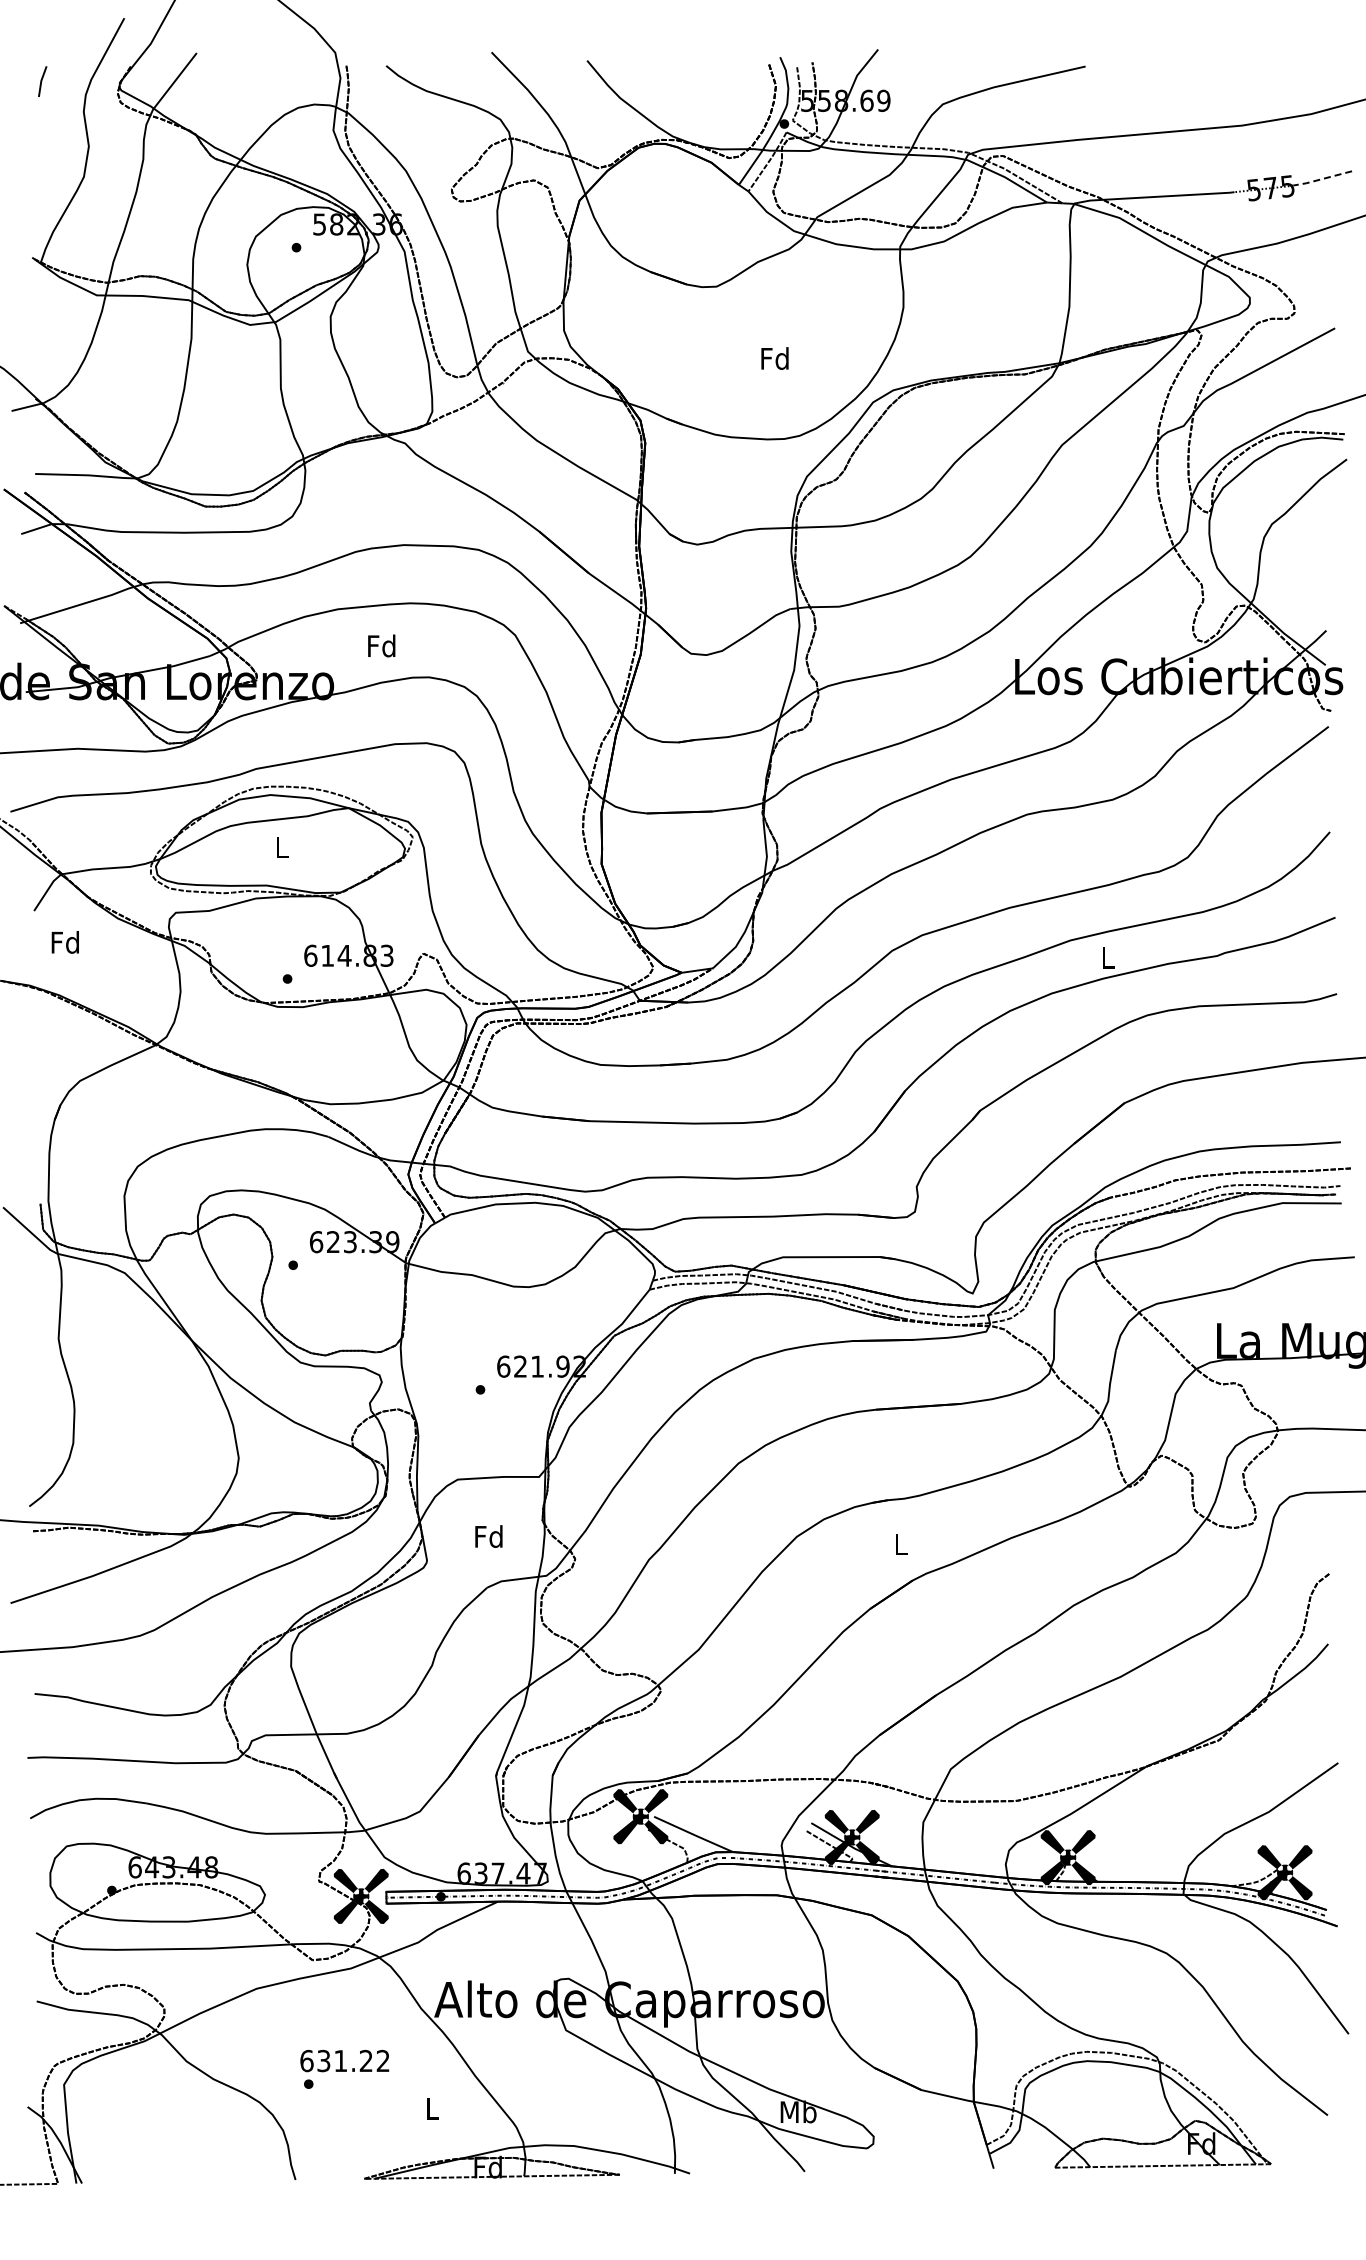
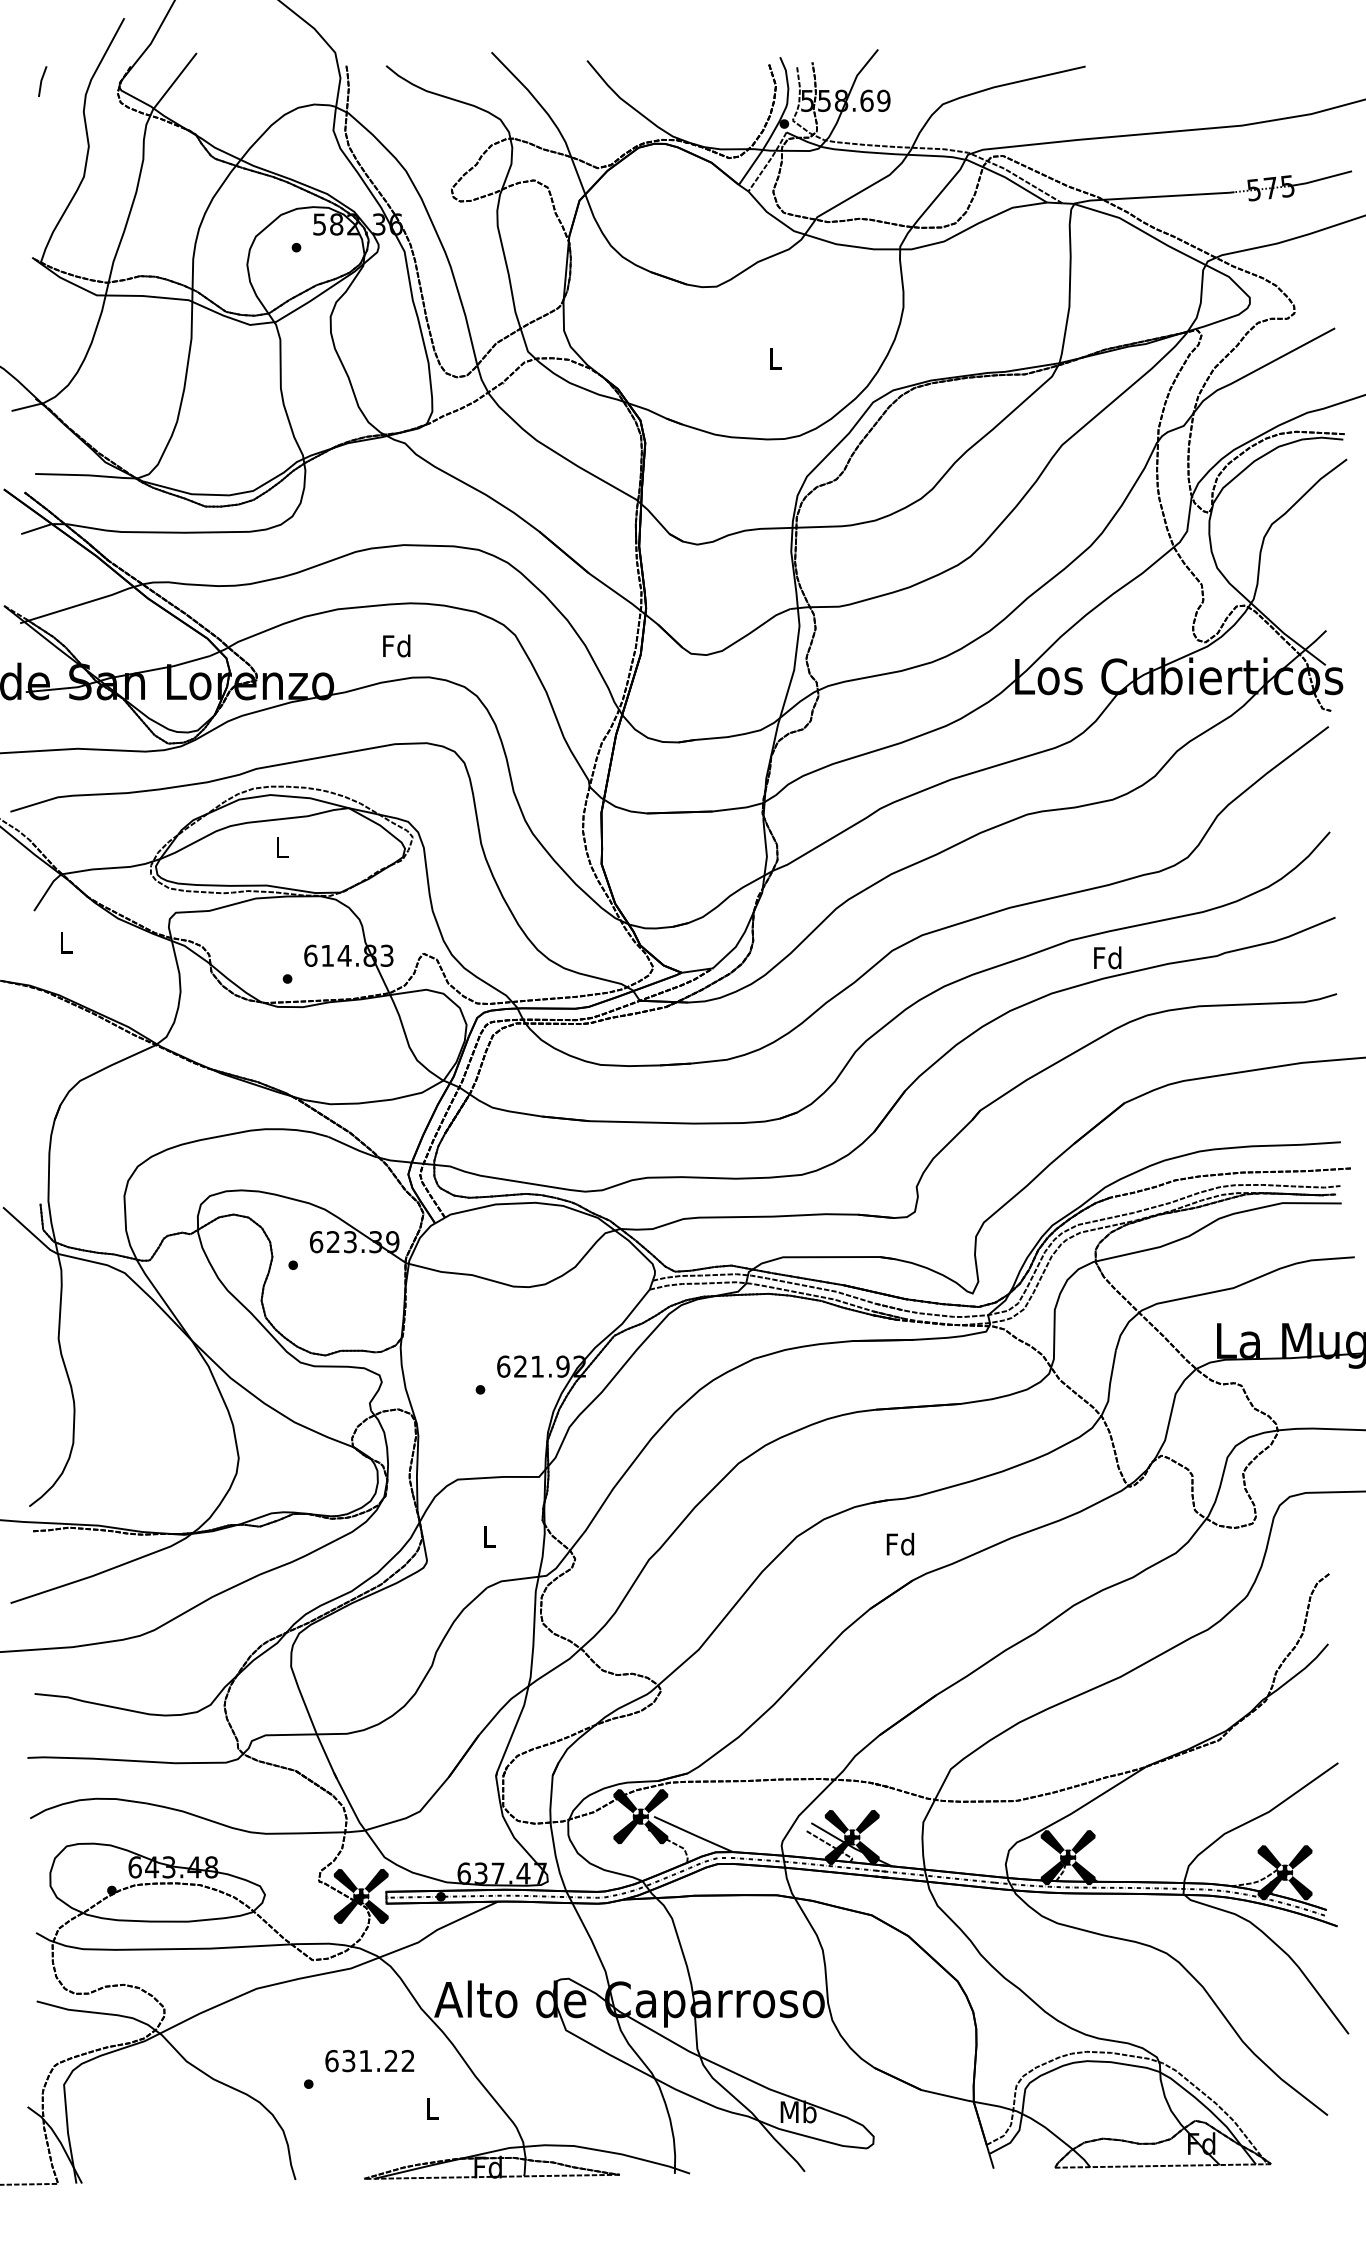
line at (1319, 179): dashed -> solid
text at (774, 358): Fd -> L
text at (381, 645) position: (381, 645) -> (396, 645)
text at (64, 942): Fd -> L
text at (1107, 957): L -> Fd
text at (488, 1536): Fd -> L
text at (900, 1543): L -> Fd
text at (344, 2060) position: (344, 2060) -> (369, 2060)
